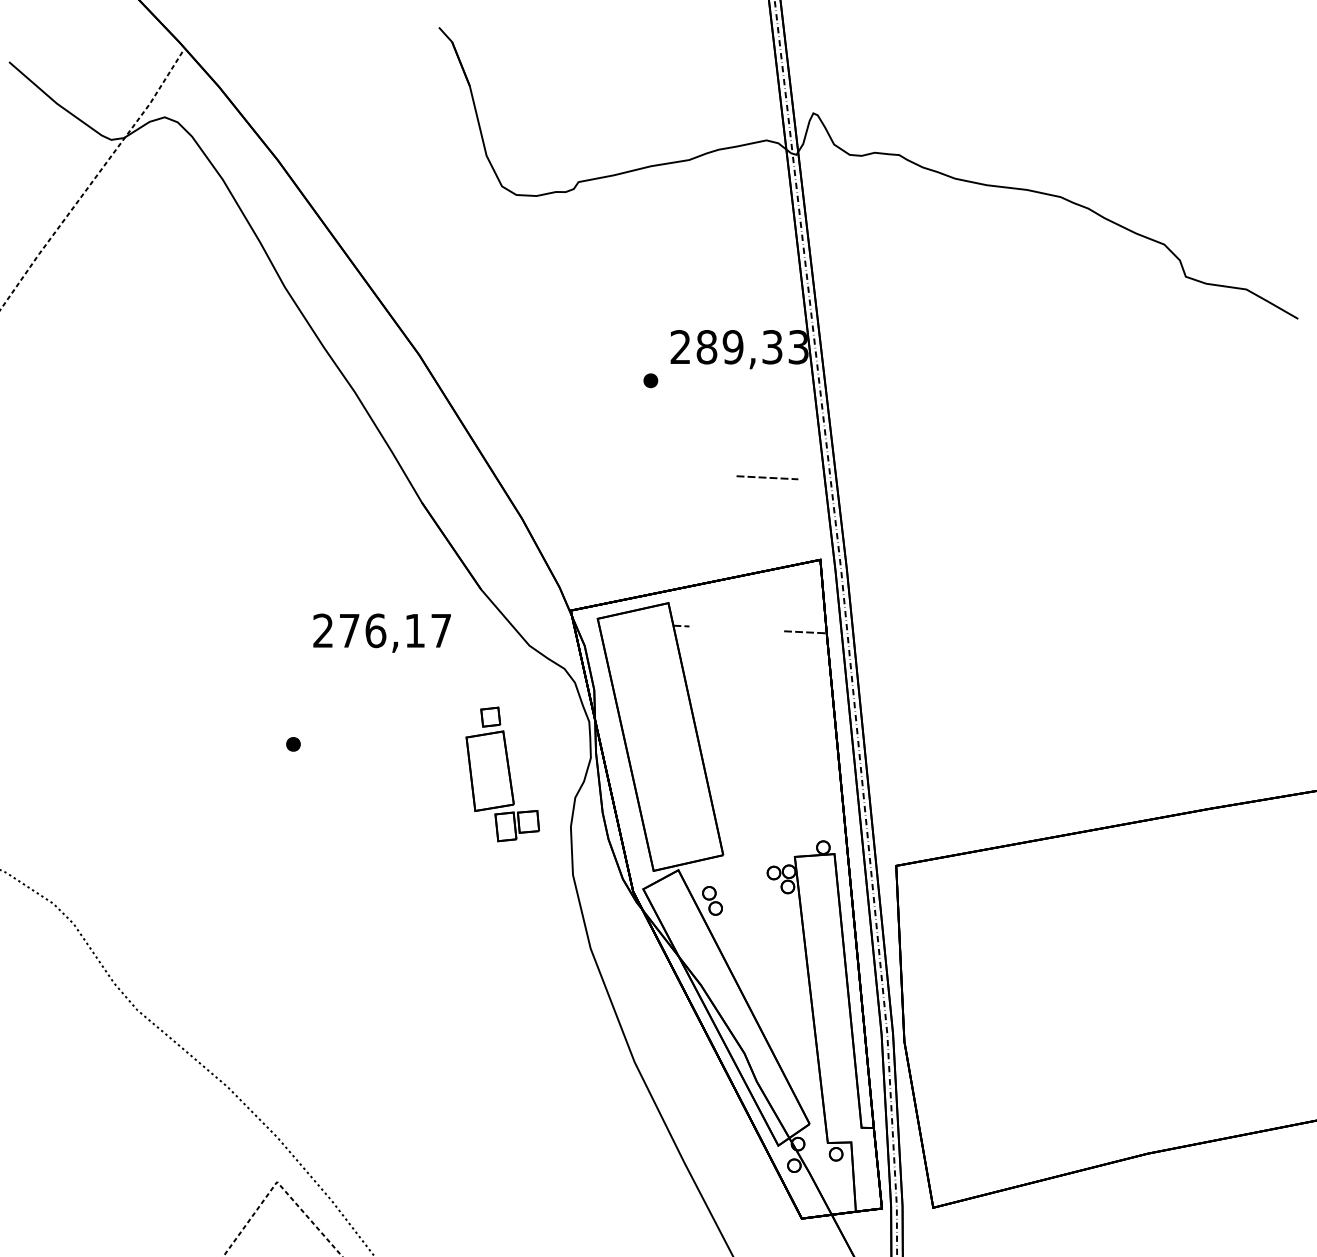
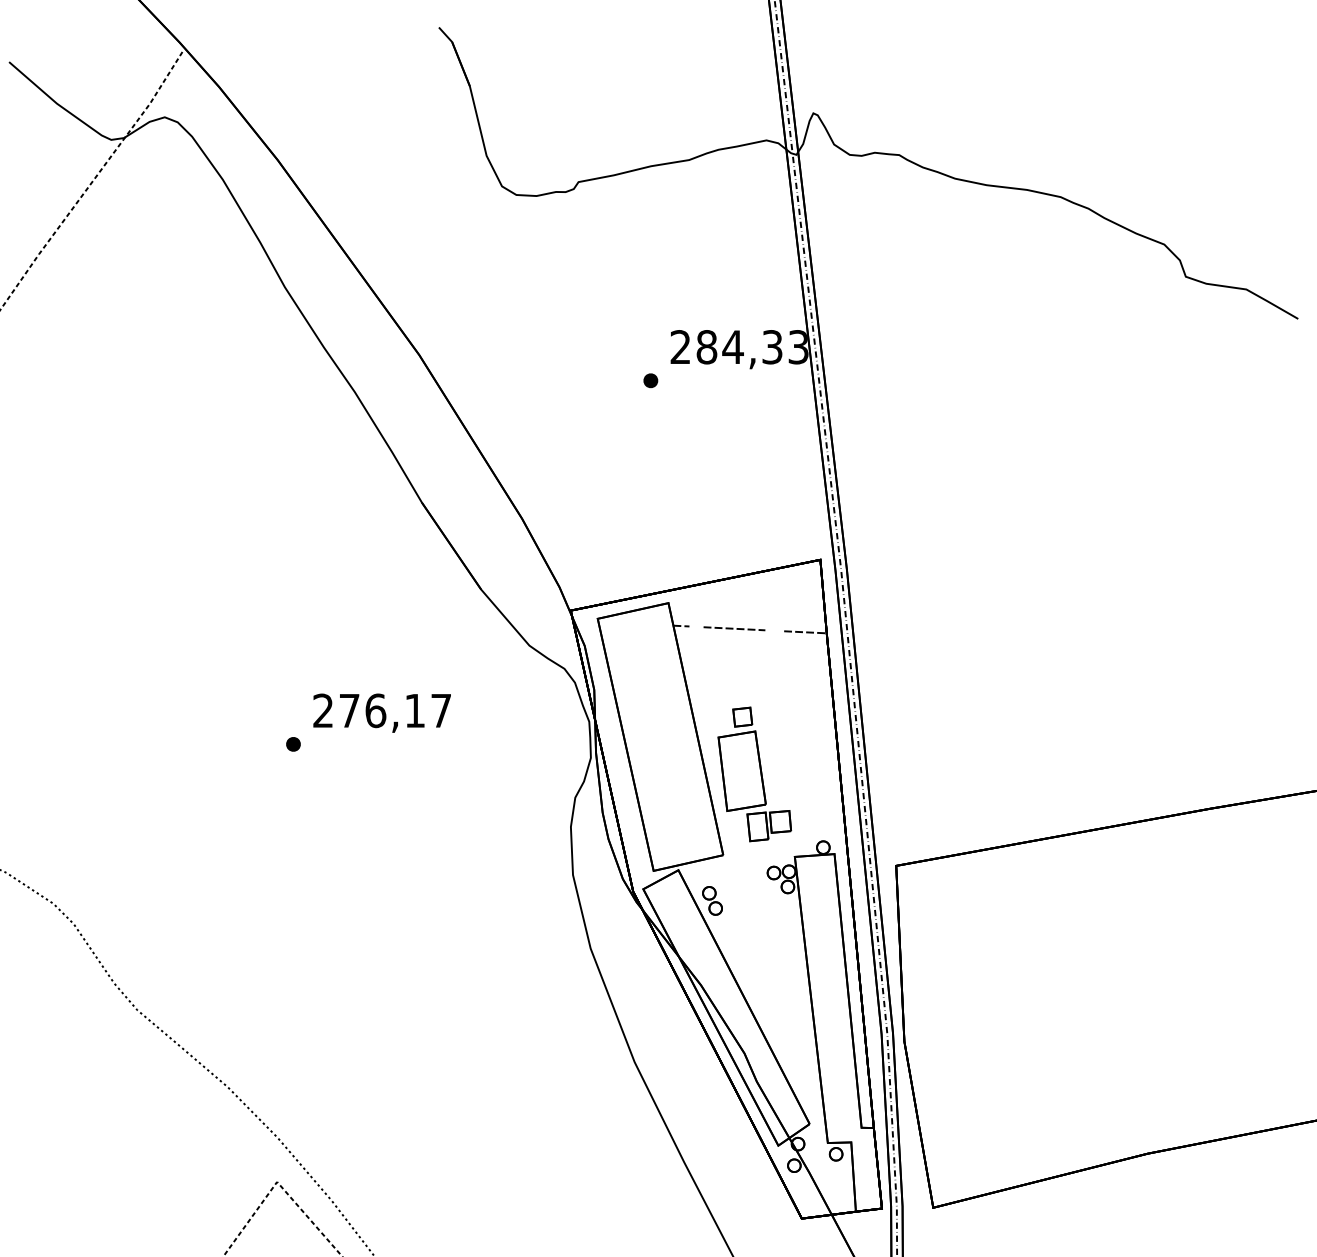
text at (732, 347): 289,33 -> 284,33
line at (766, 477) position: (766, 477) -> (733, 628)
text at (381, 632) position: (381, 632) -> (381, 712)
part at (502, 774) position: (502, 774) -> (754, 774)
